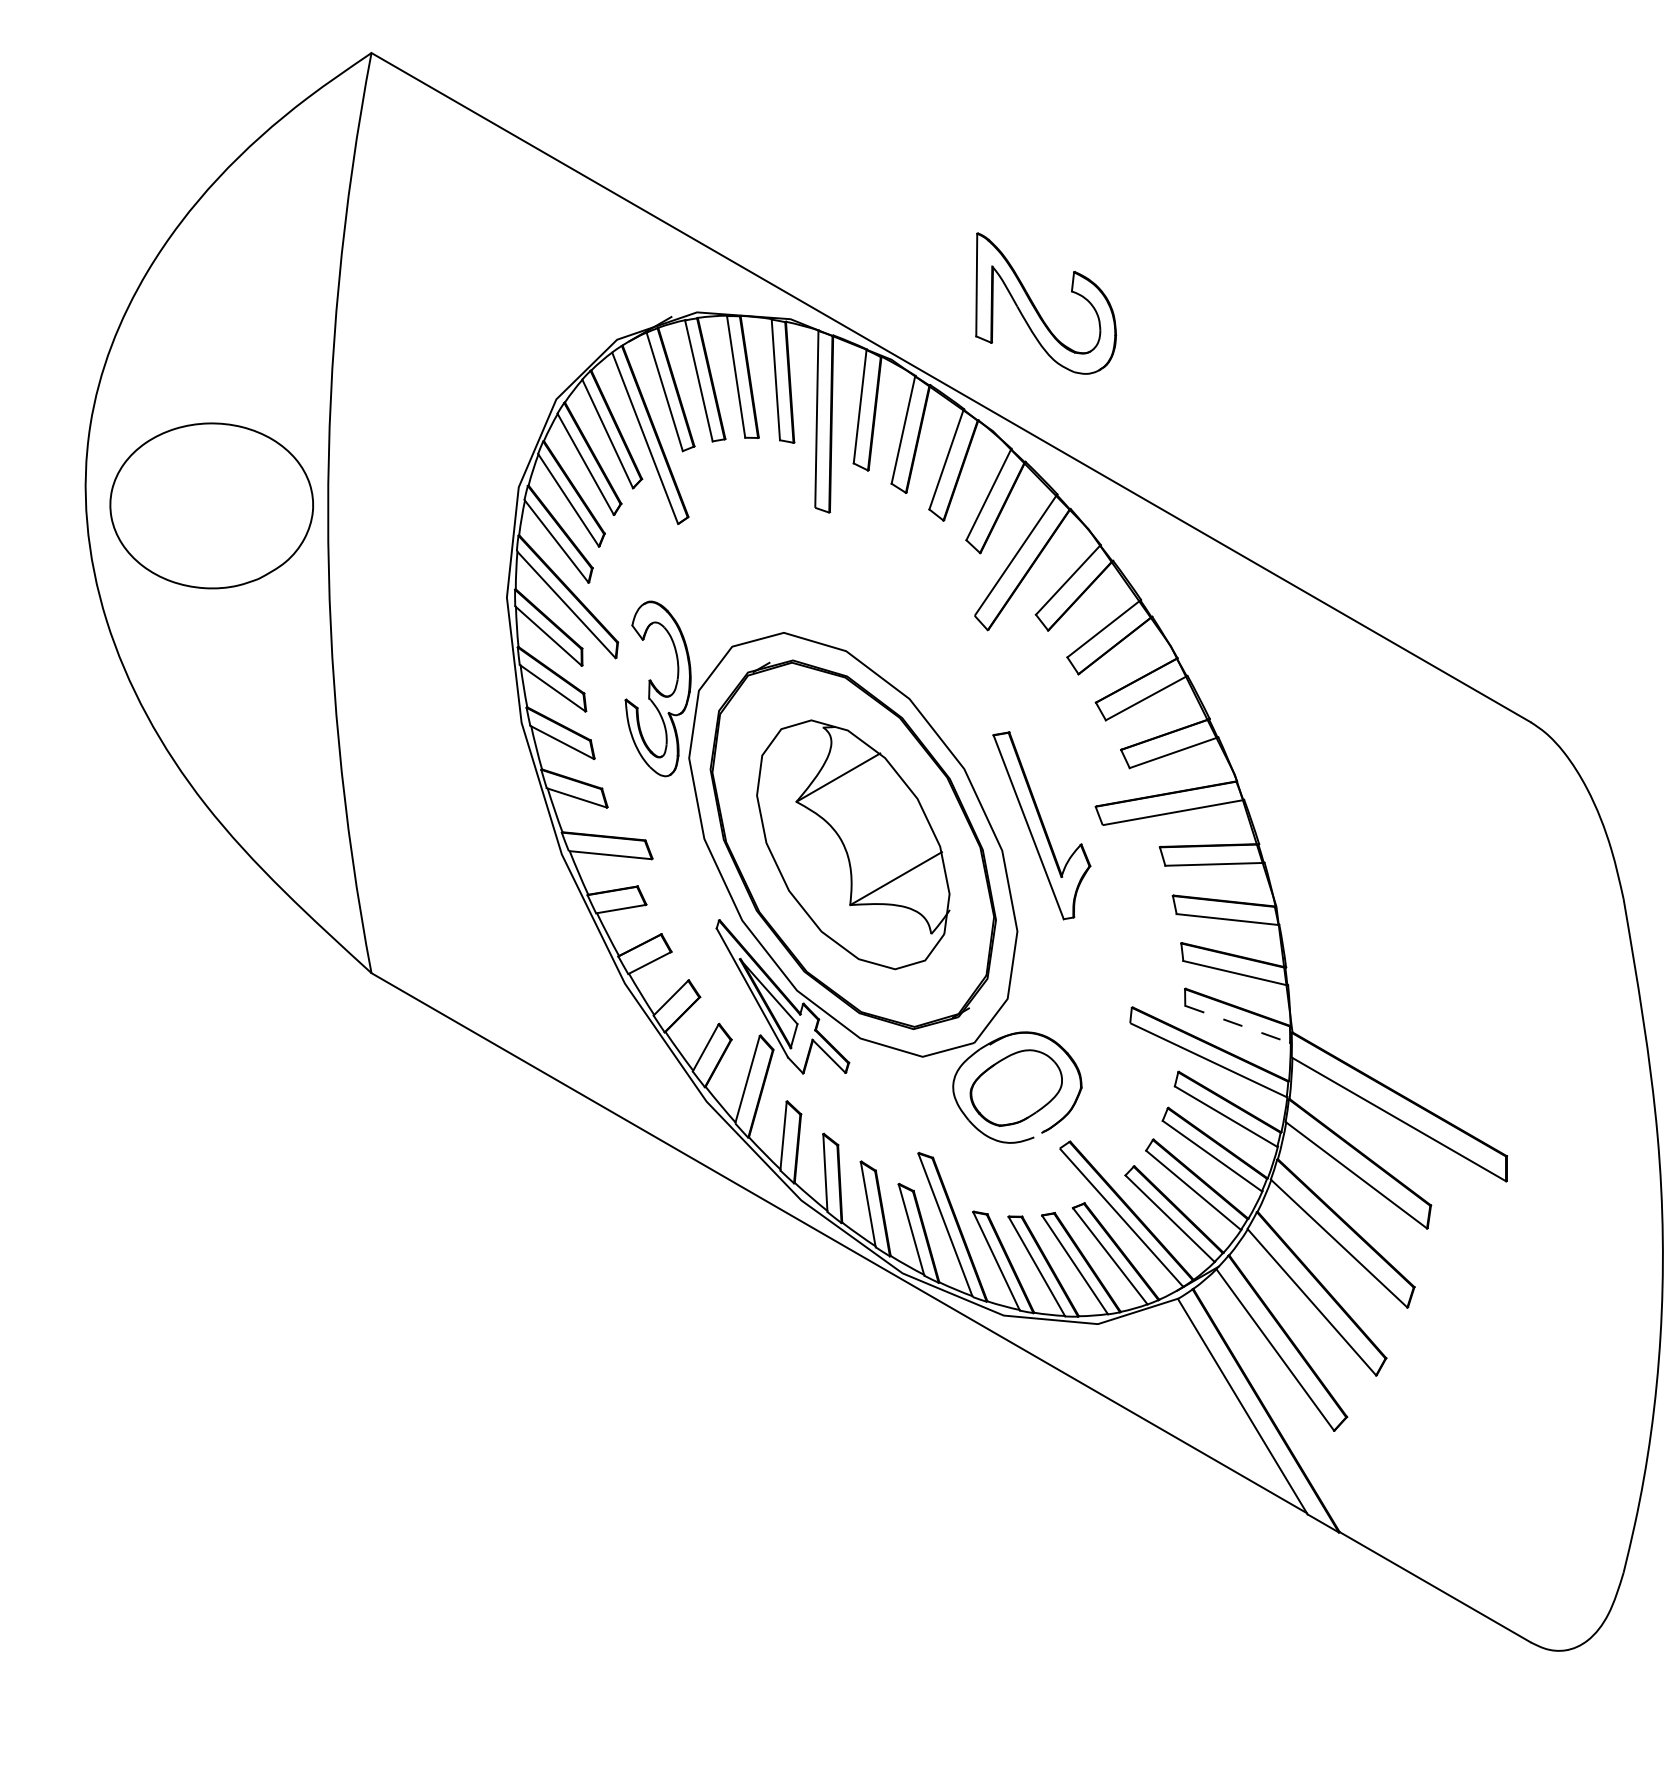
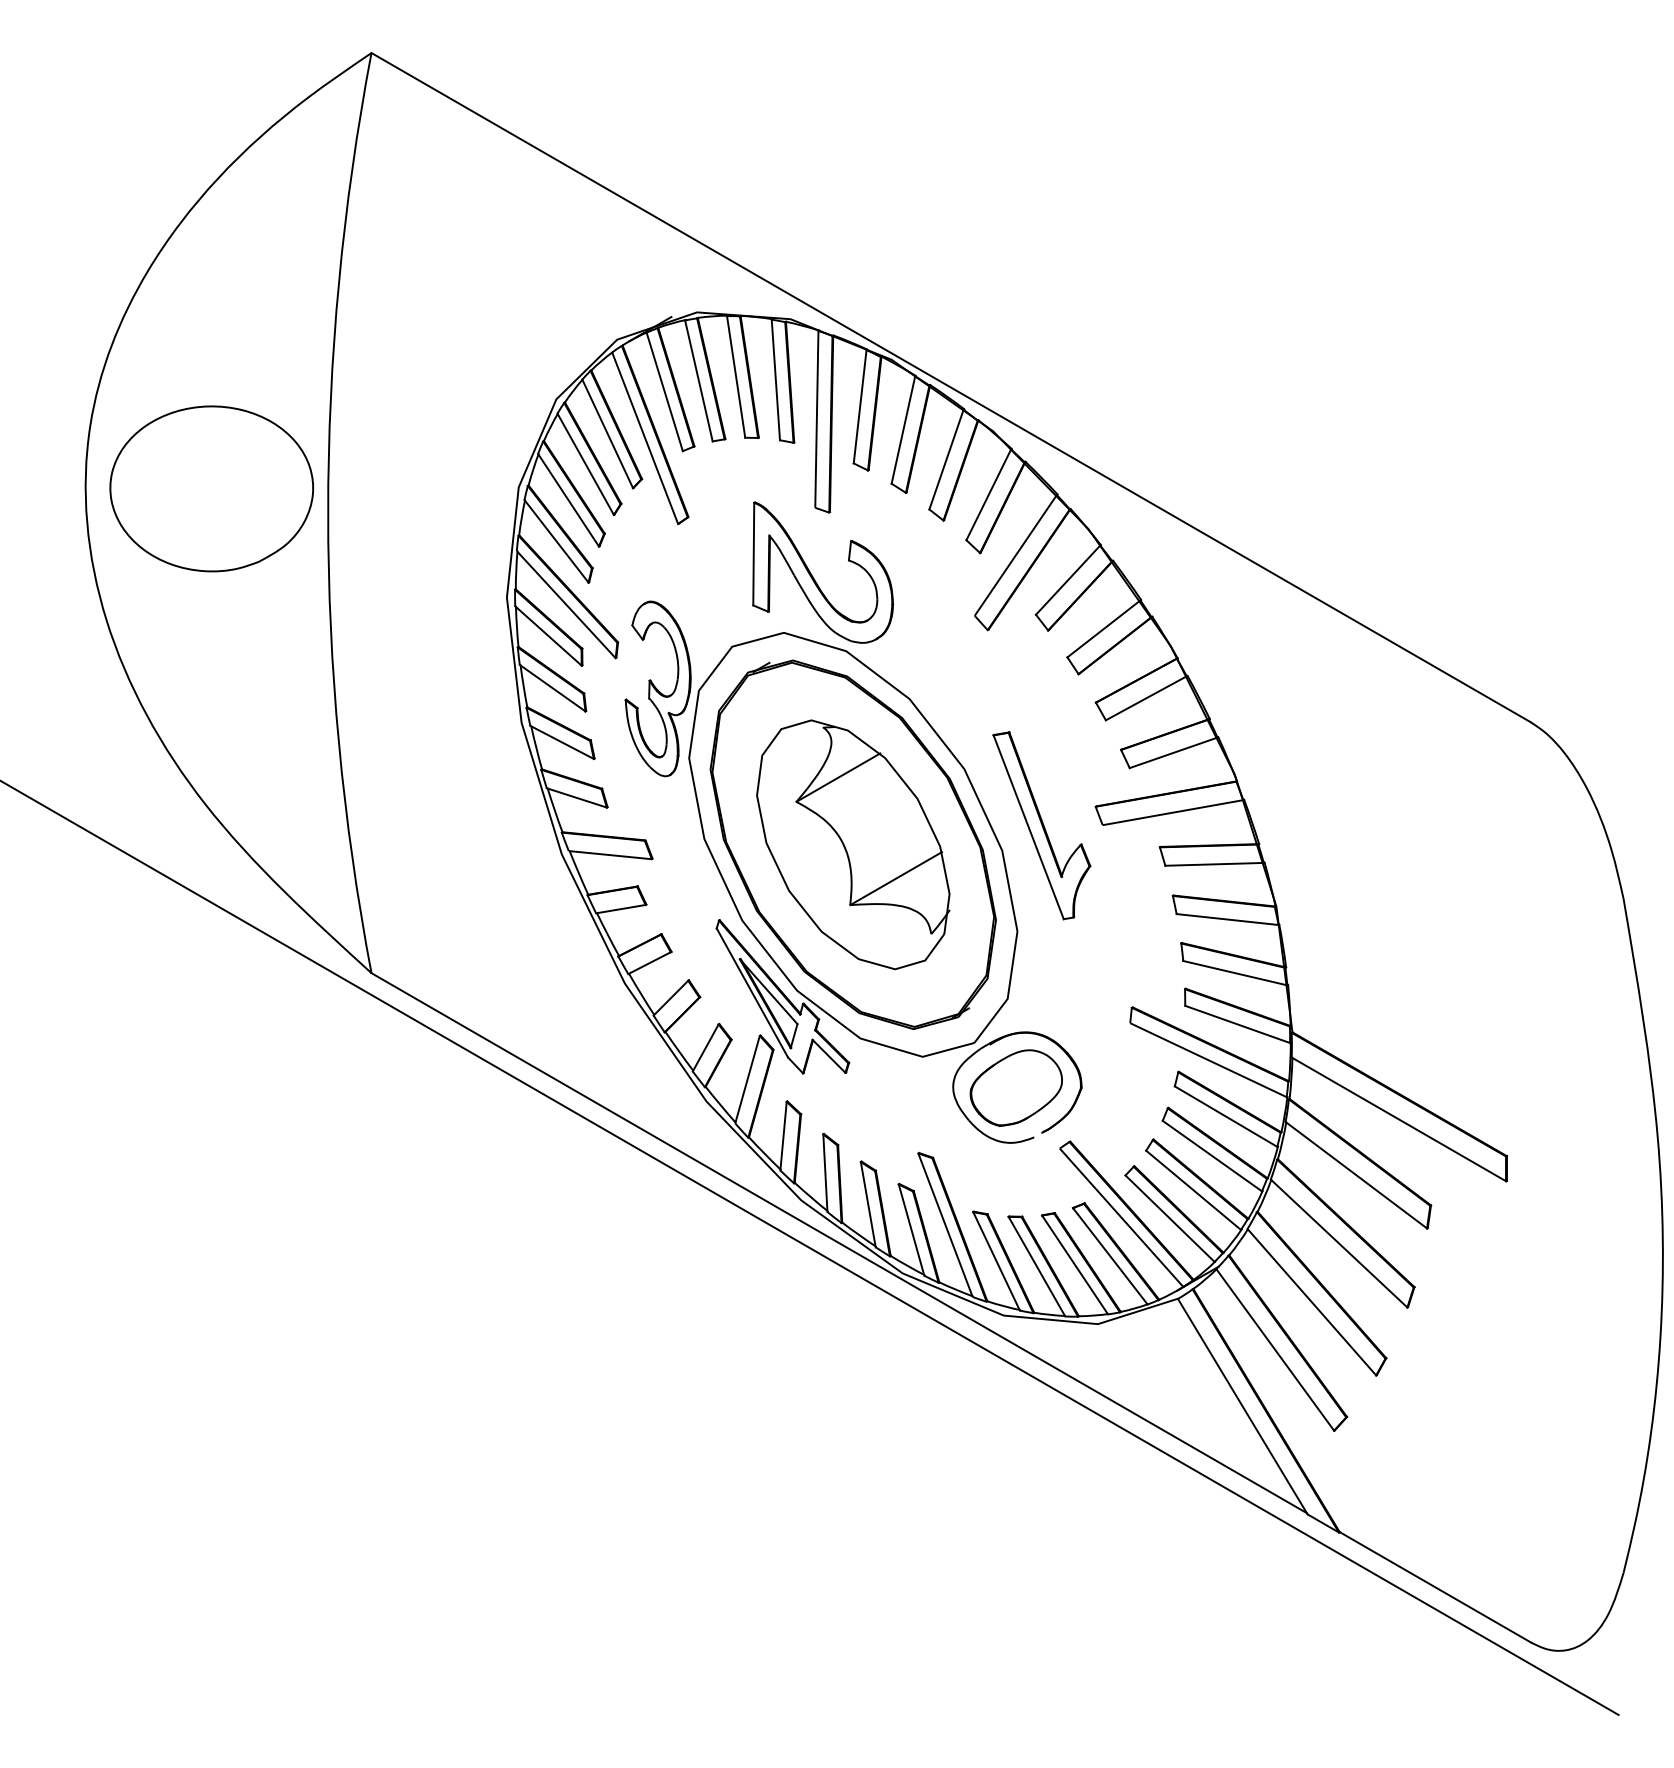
part at (1036, 307) position: (1036, 307) -> (813, 576)
part at (211, 505) position: (211, 505) -> (211, 488)
line at (1237, 1024): dashed -> solid
line at (810, 1247): none -> present
